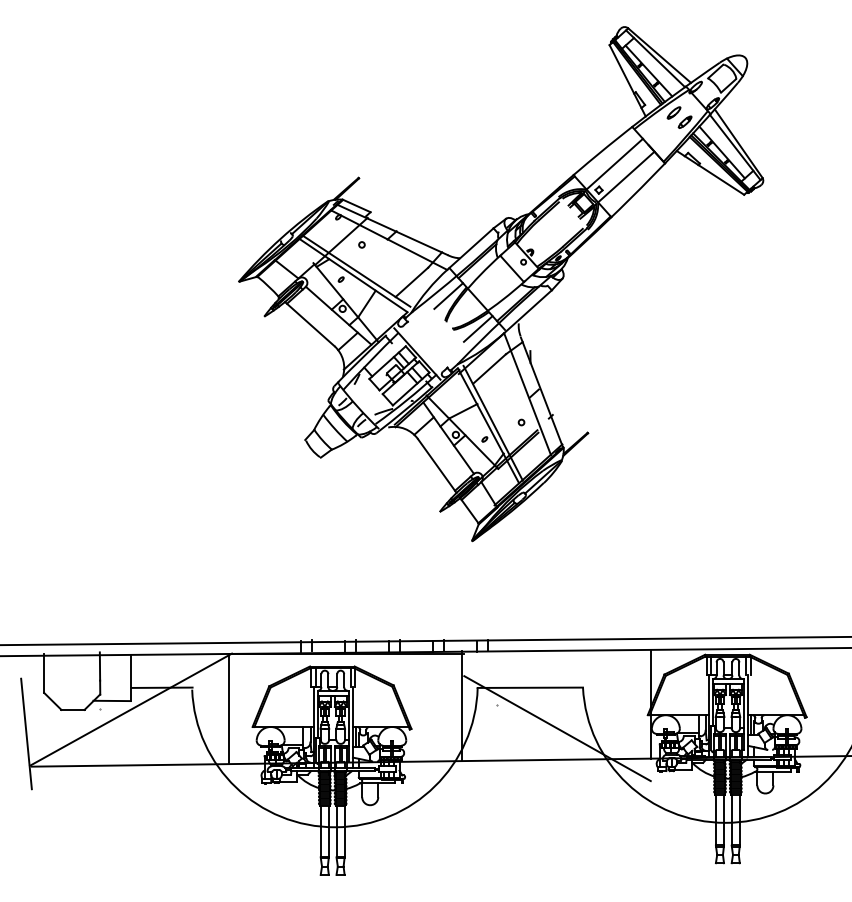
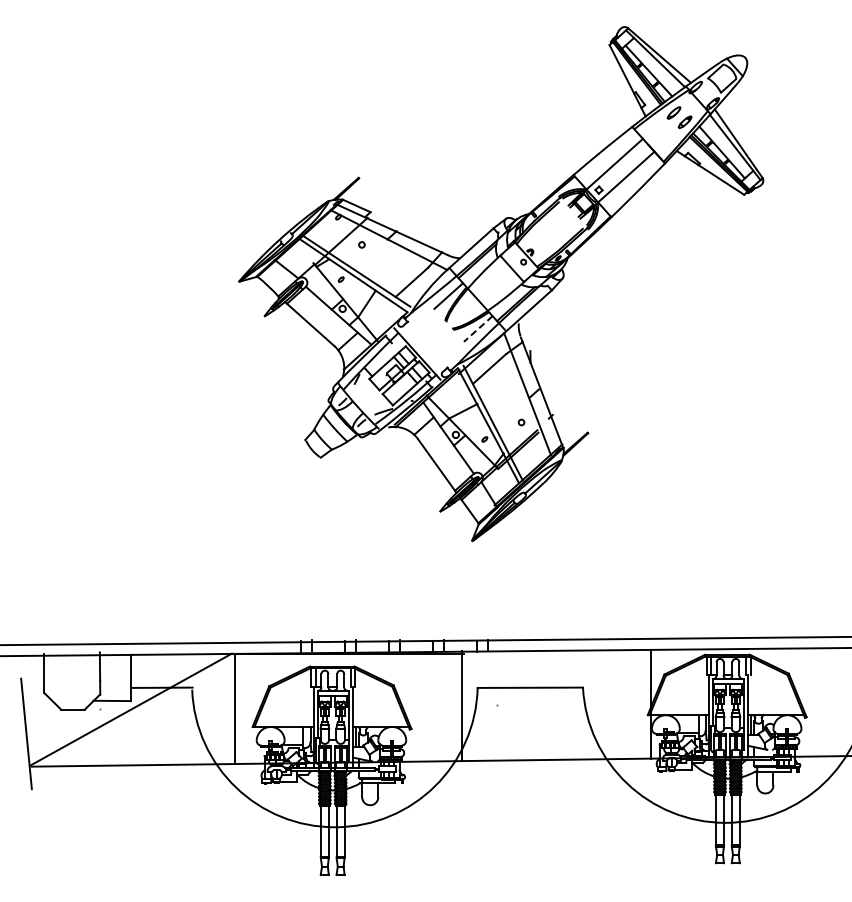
line at (477, 329): solid -> dashed
line at (228, 709) position: (228, 709) -> (234, 709)
line at (557, 728): present -> none
